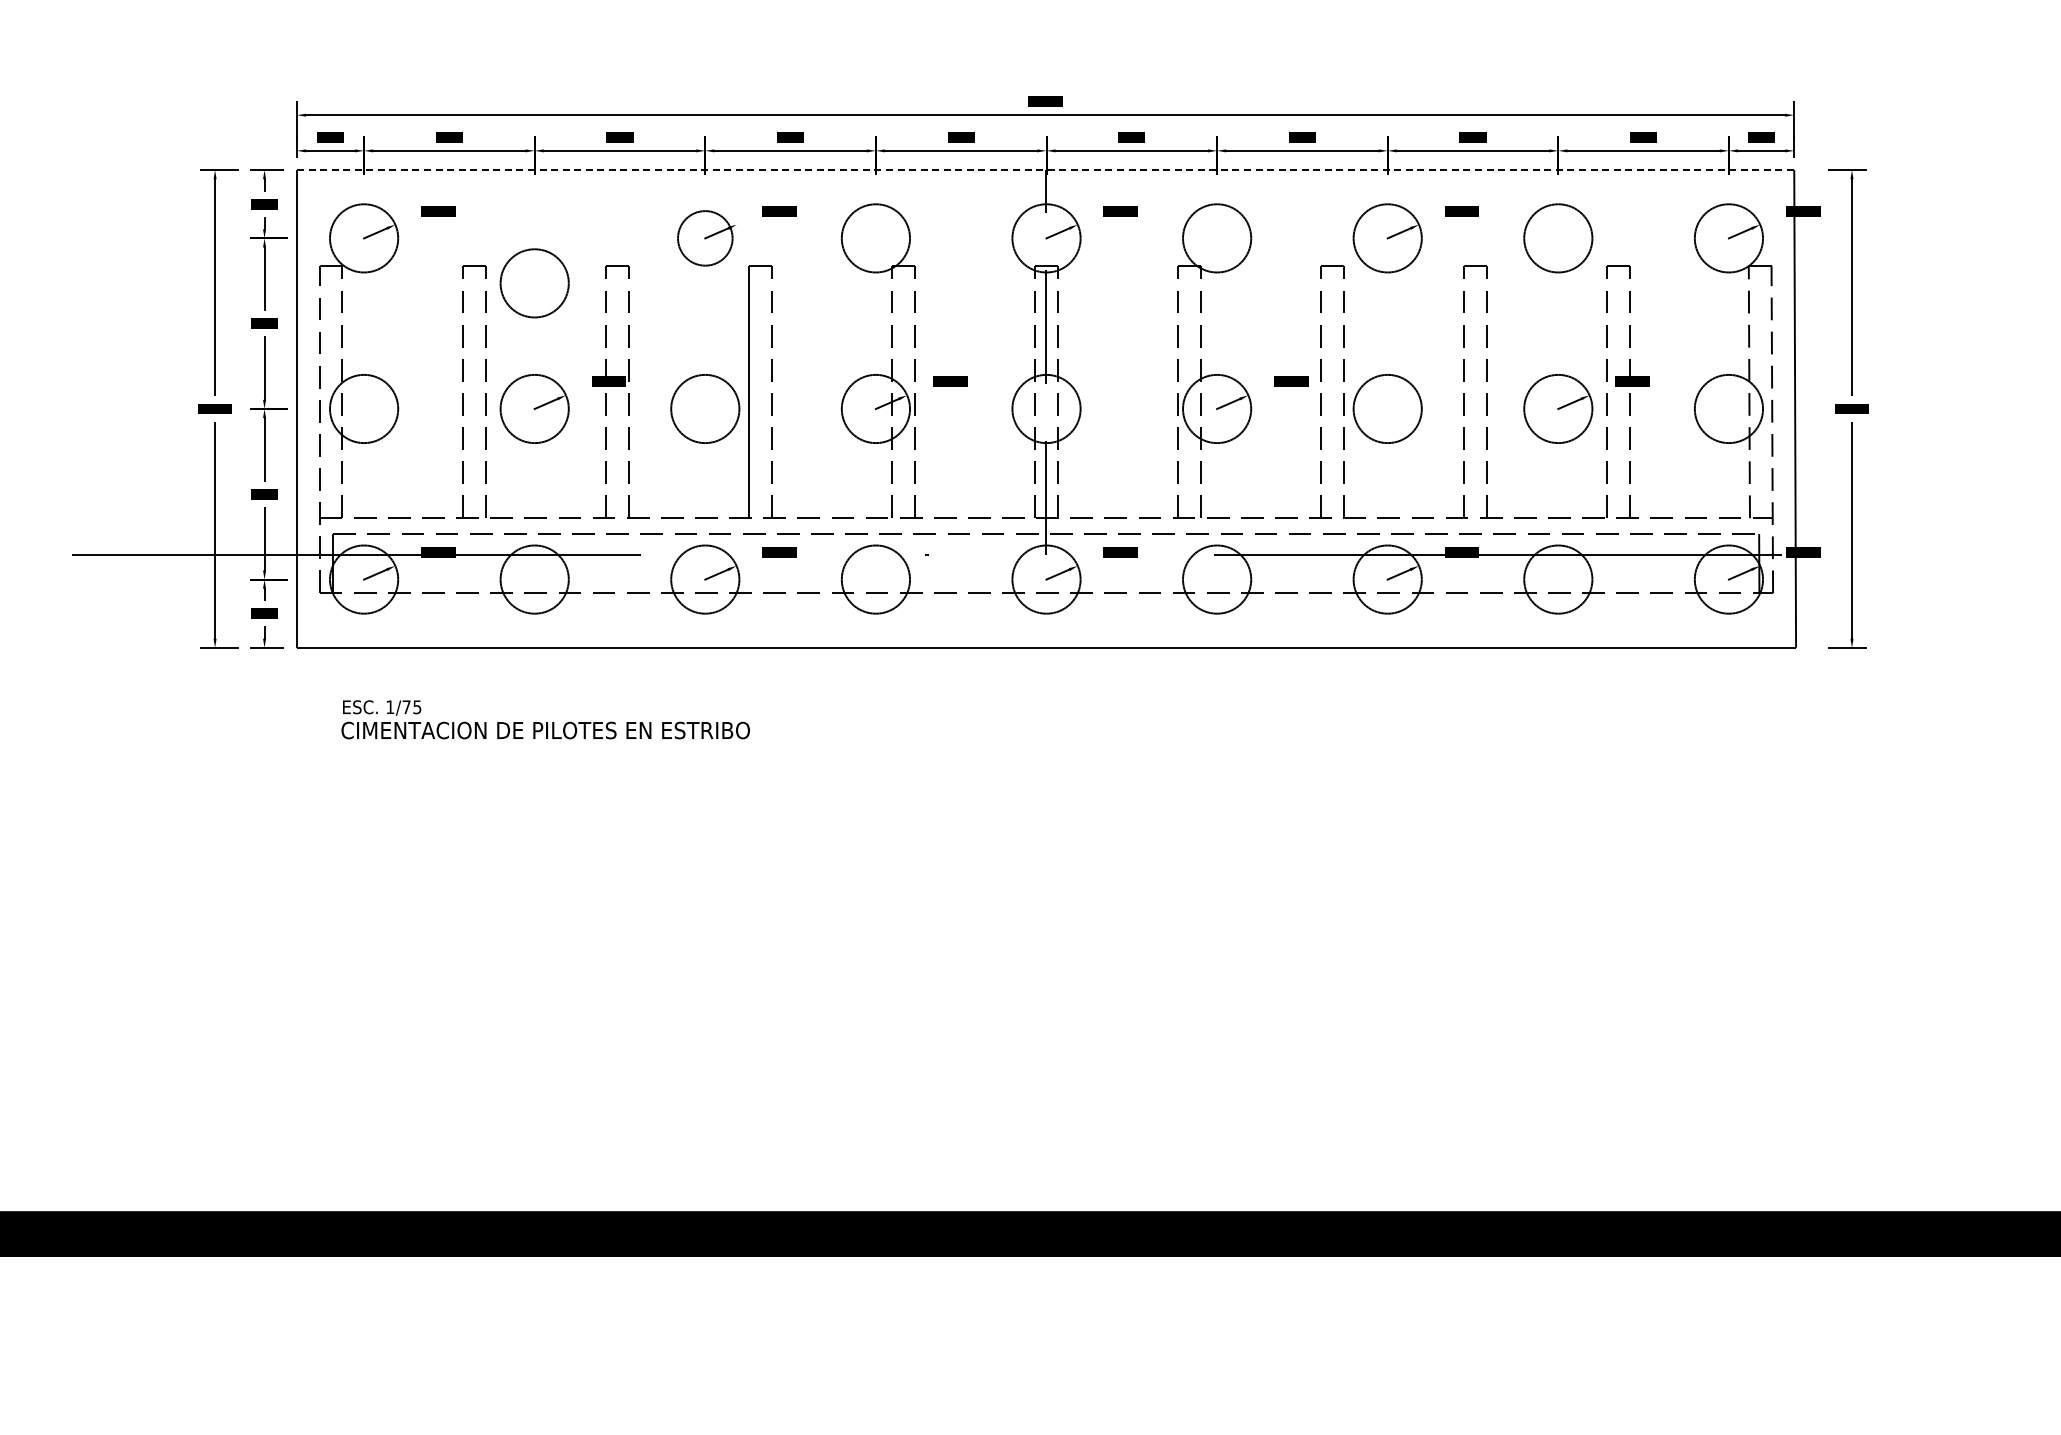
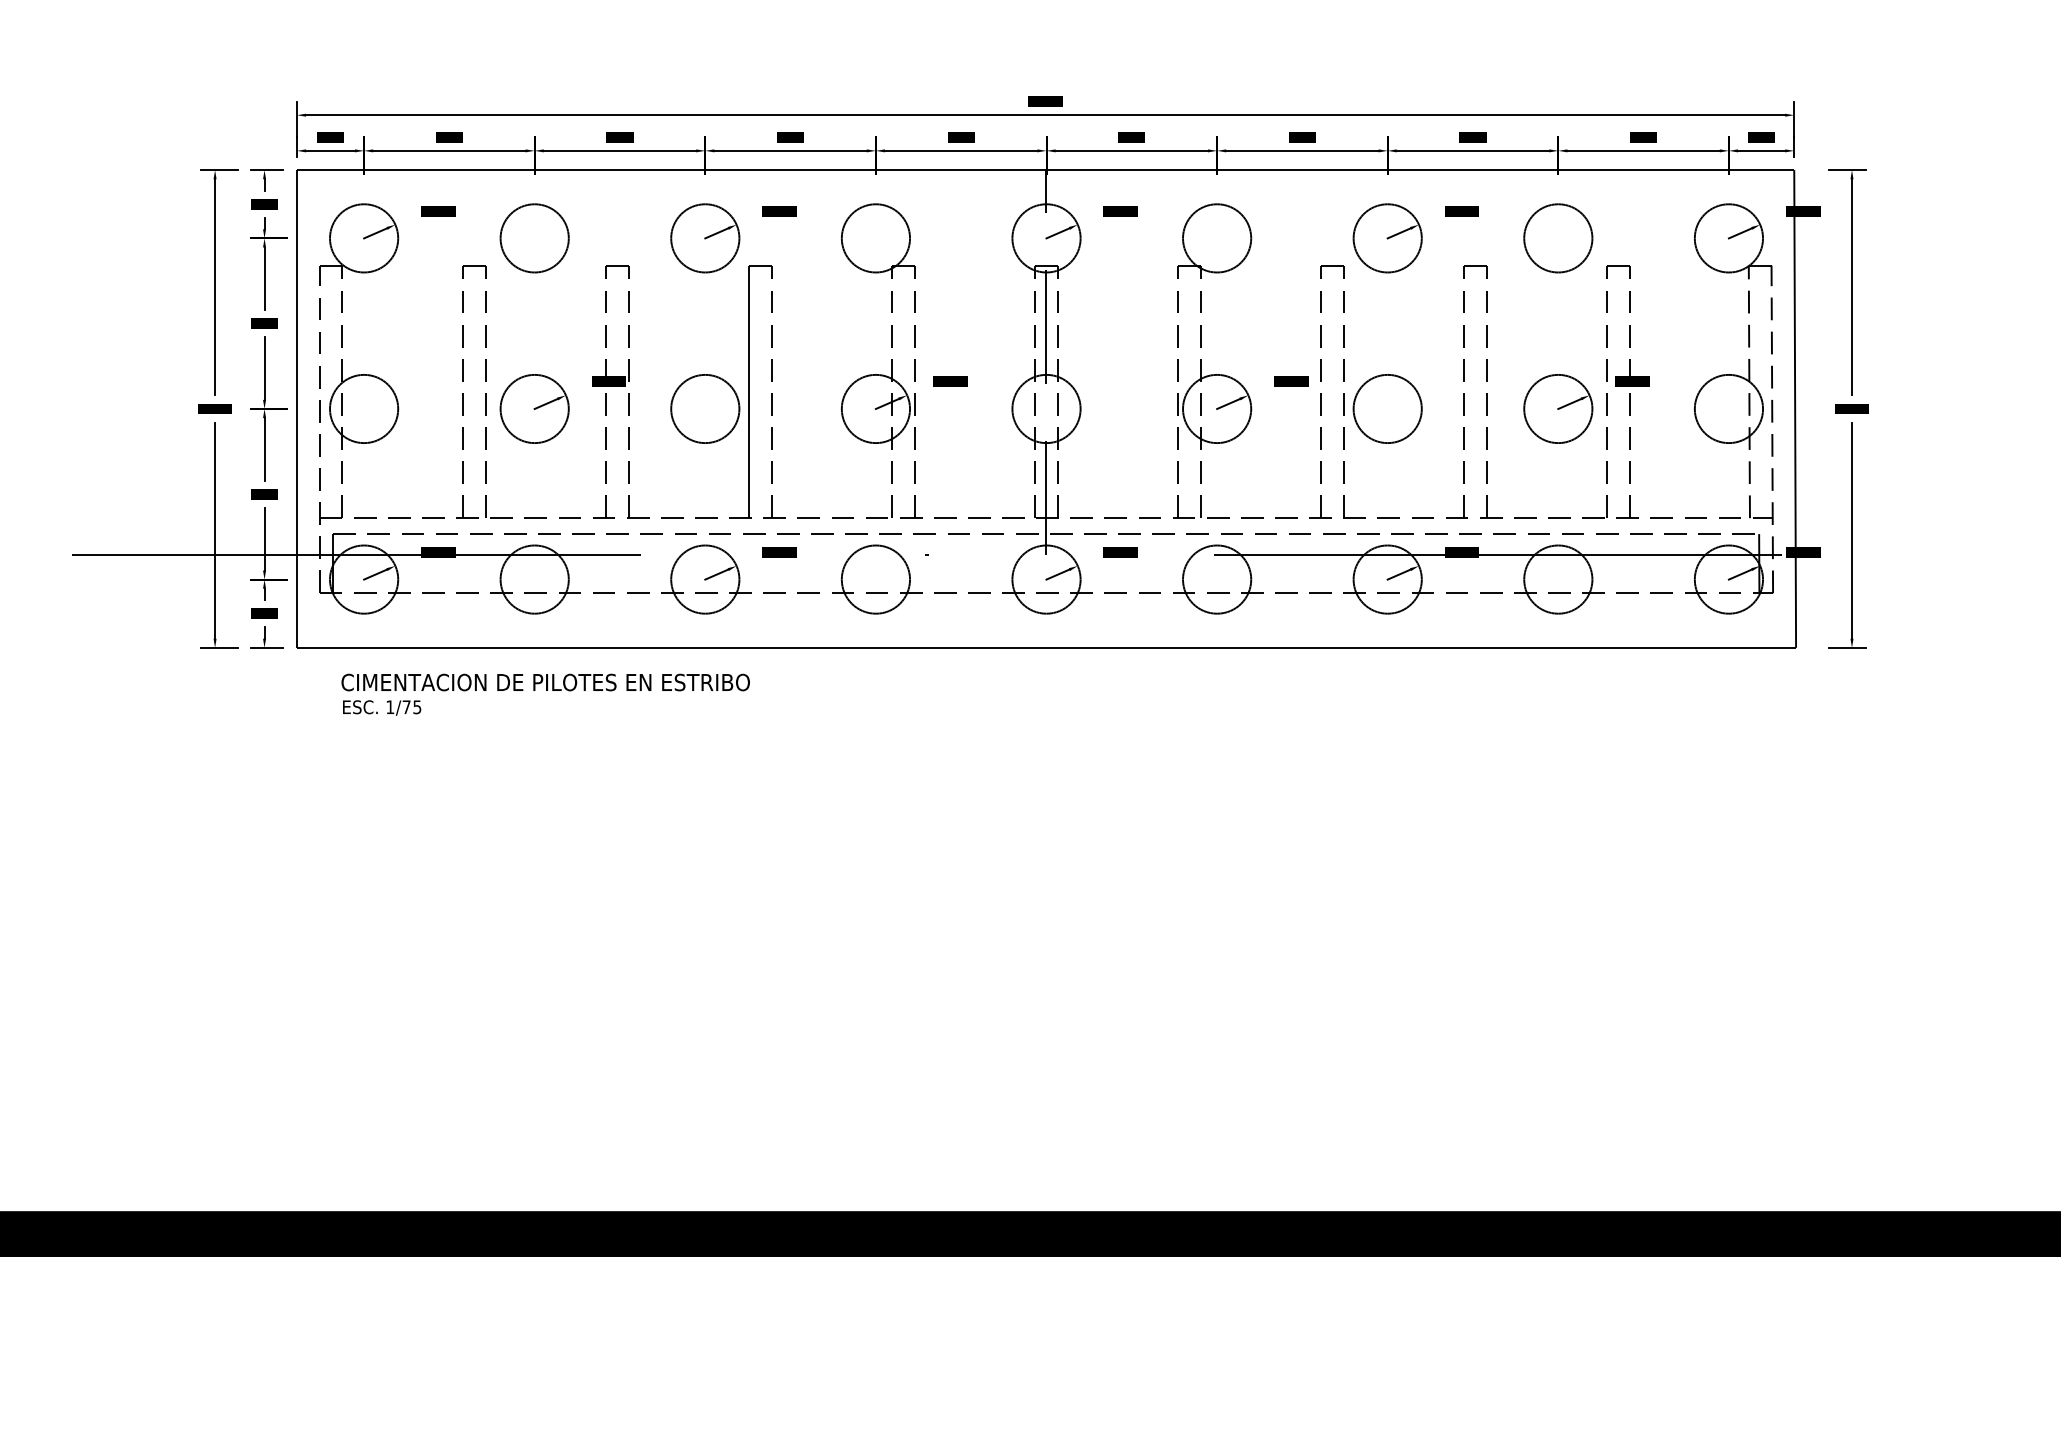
line at (1045, 170): dashed -> solid
circle at (705, 238) diameter: 55 px -> 68 px
circle at (534, 283) position: (534, 283) -> (534, 238)
text at (545, 730) position: (545, 730) -> (545, 682)
